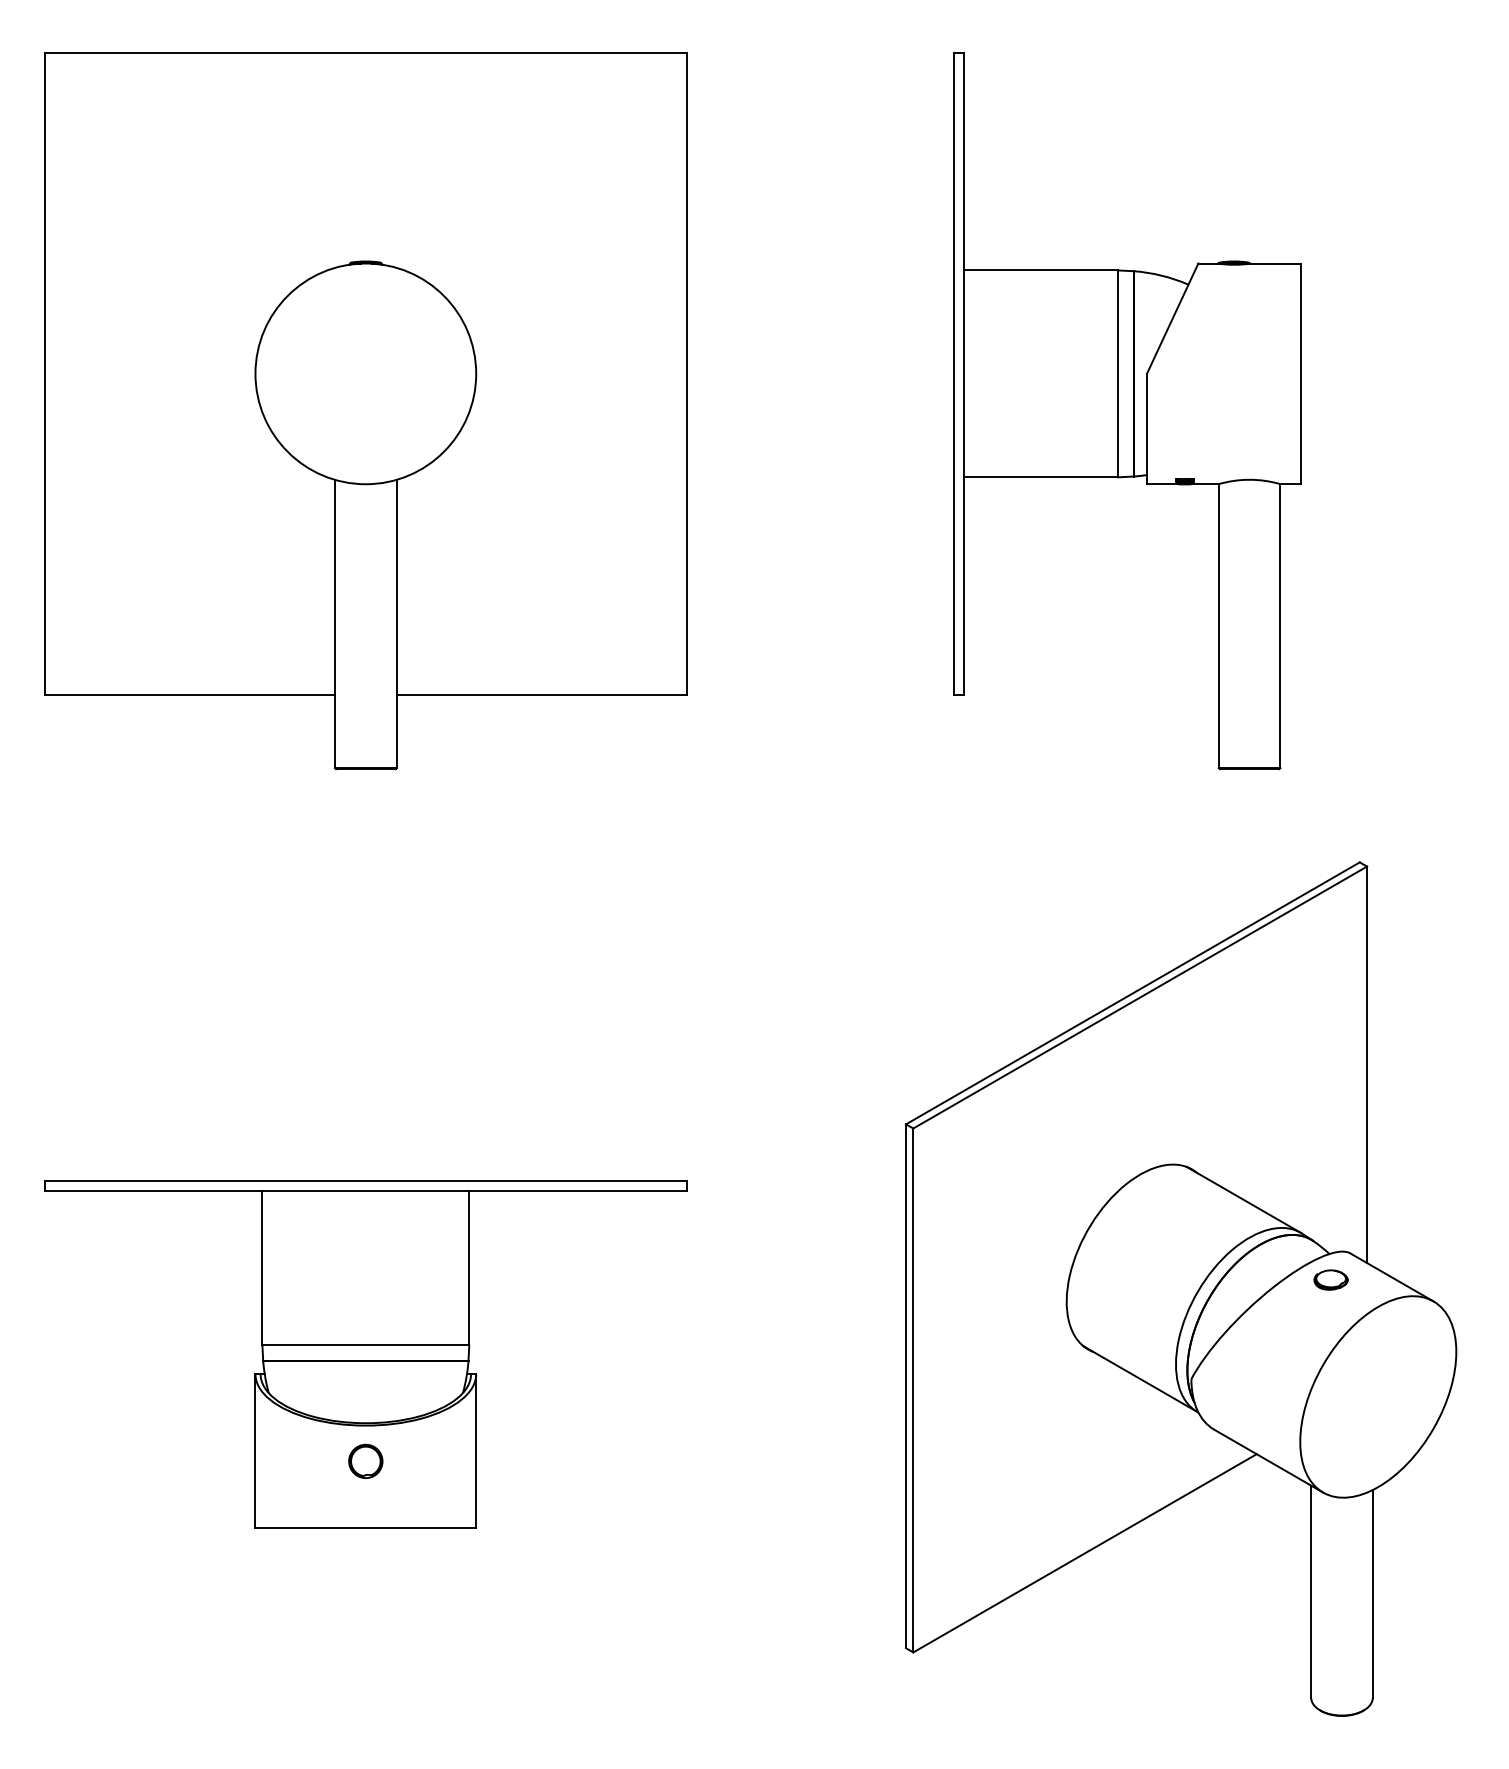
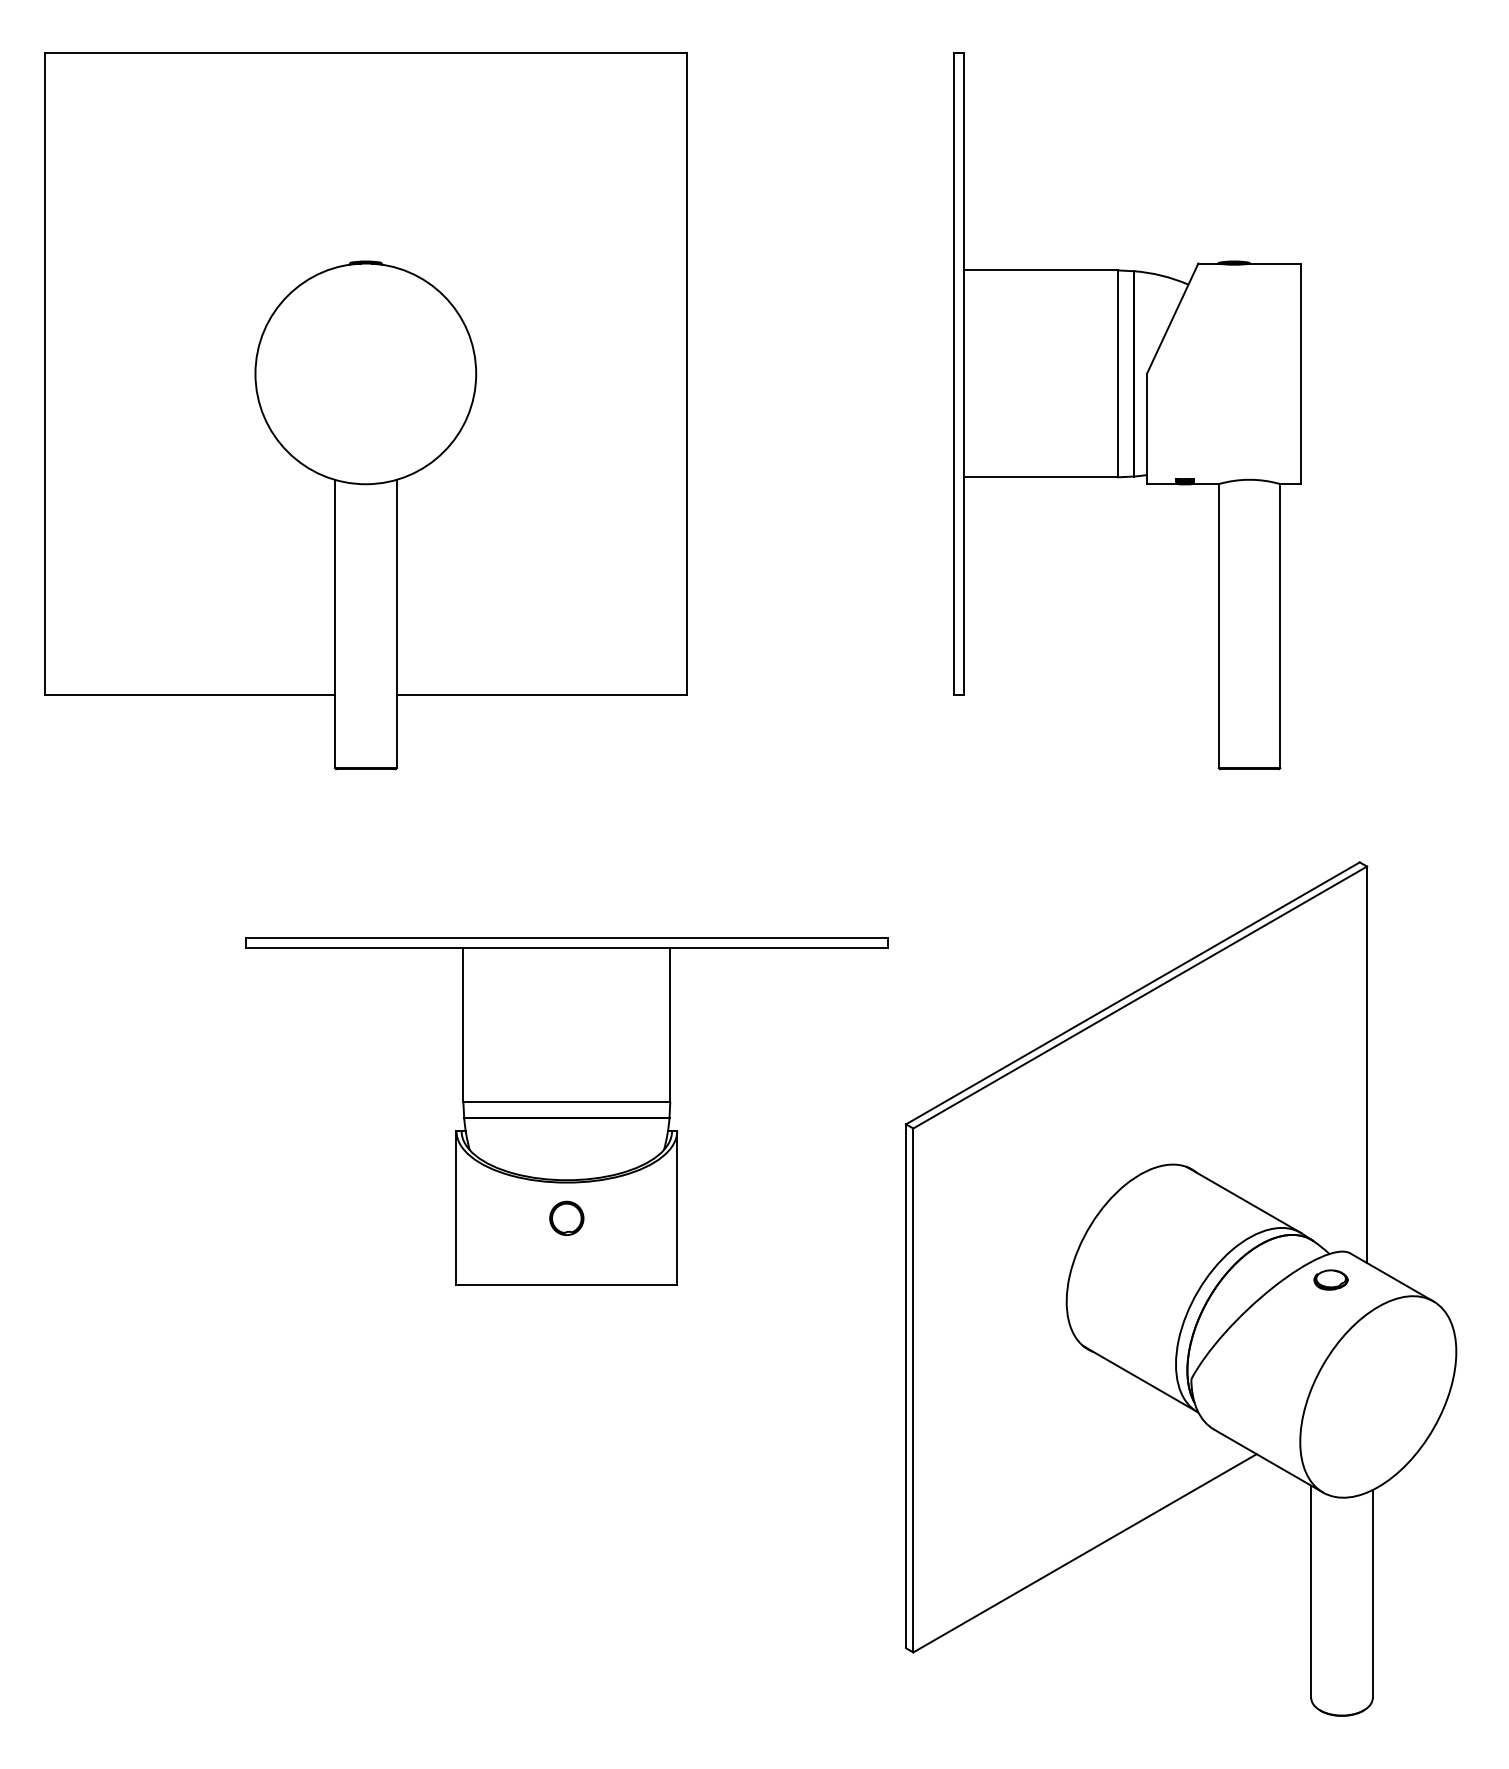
part at (365, 1354) position: (365, 1354) -> (566, 1111)
